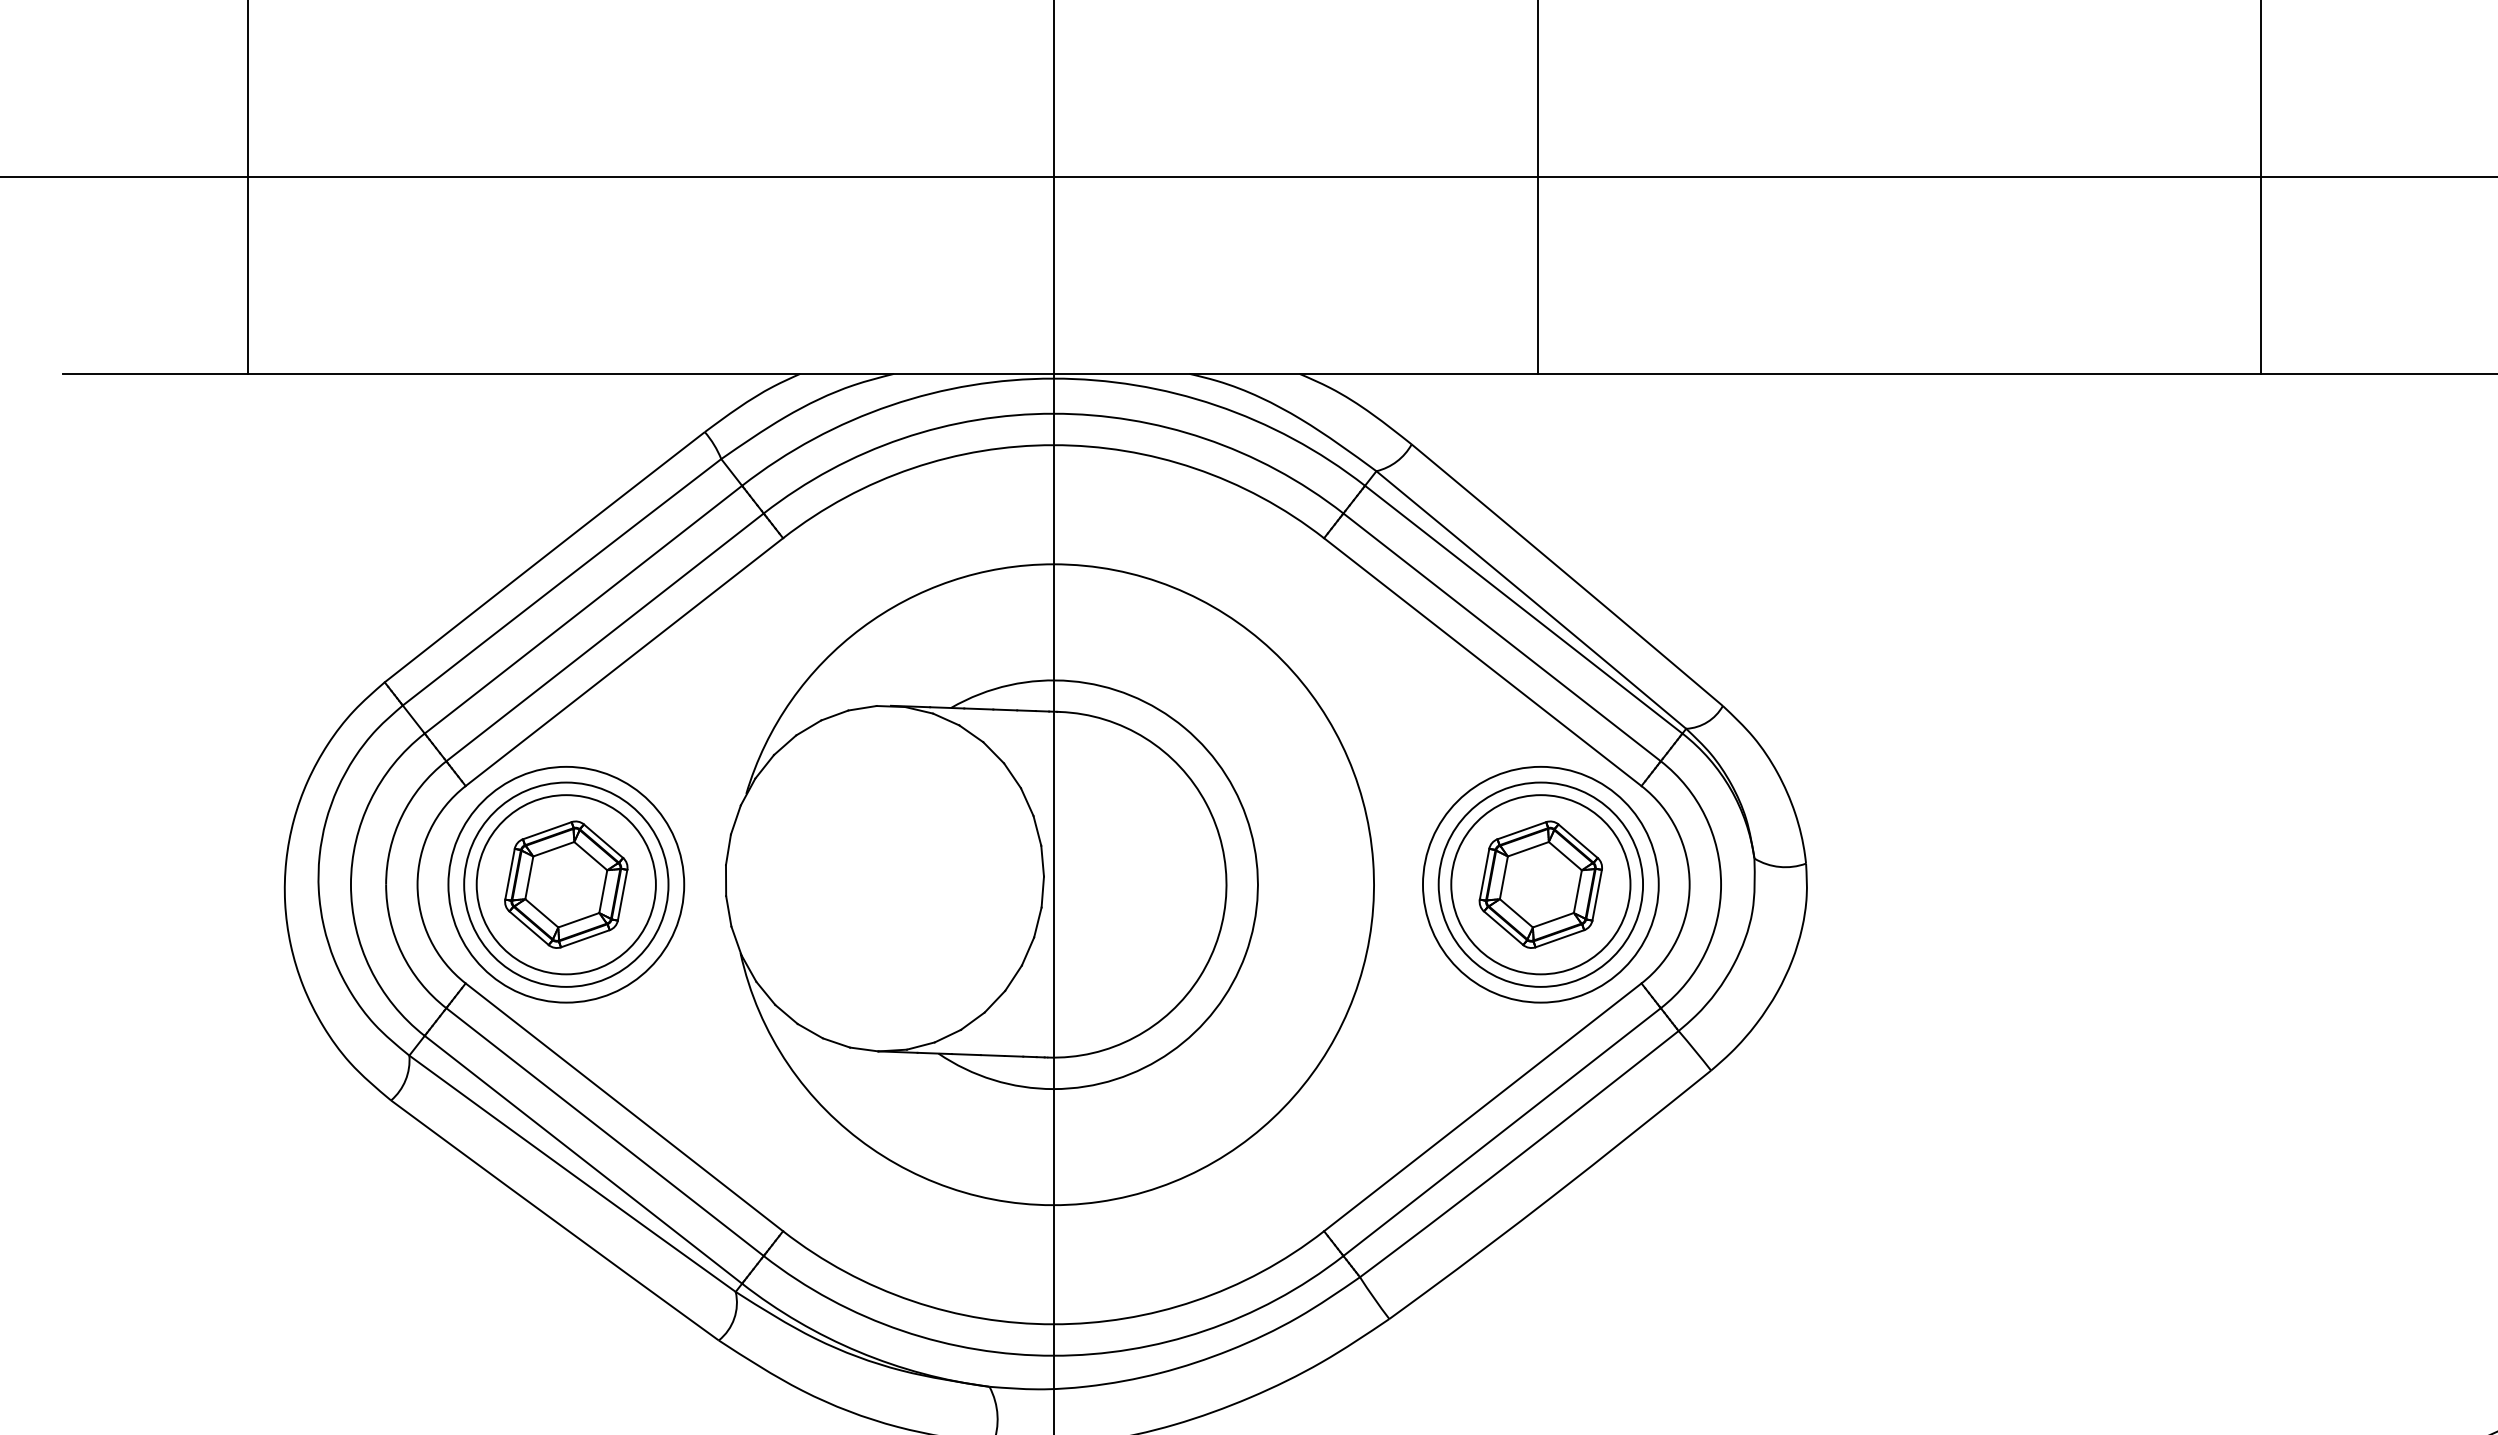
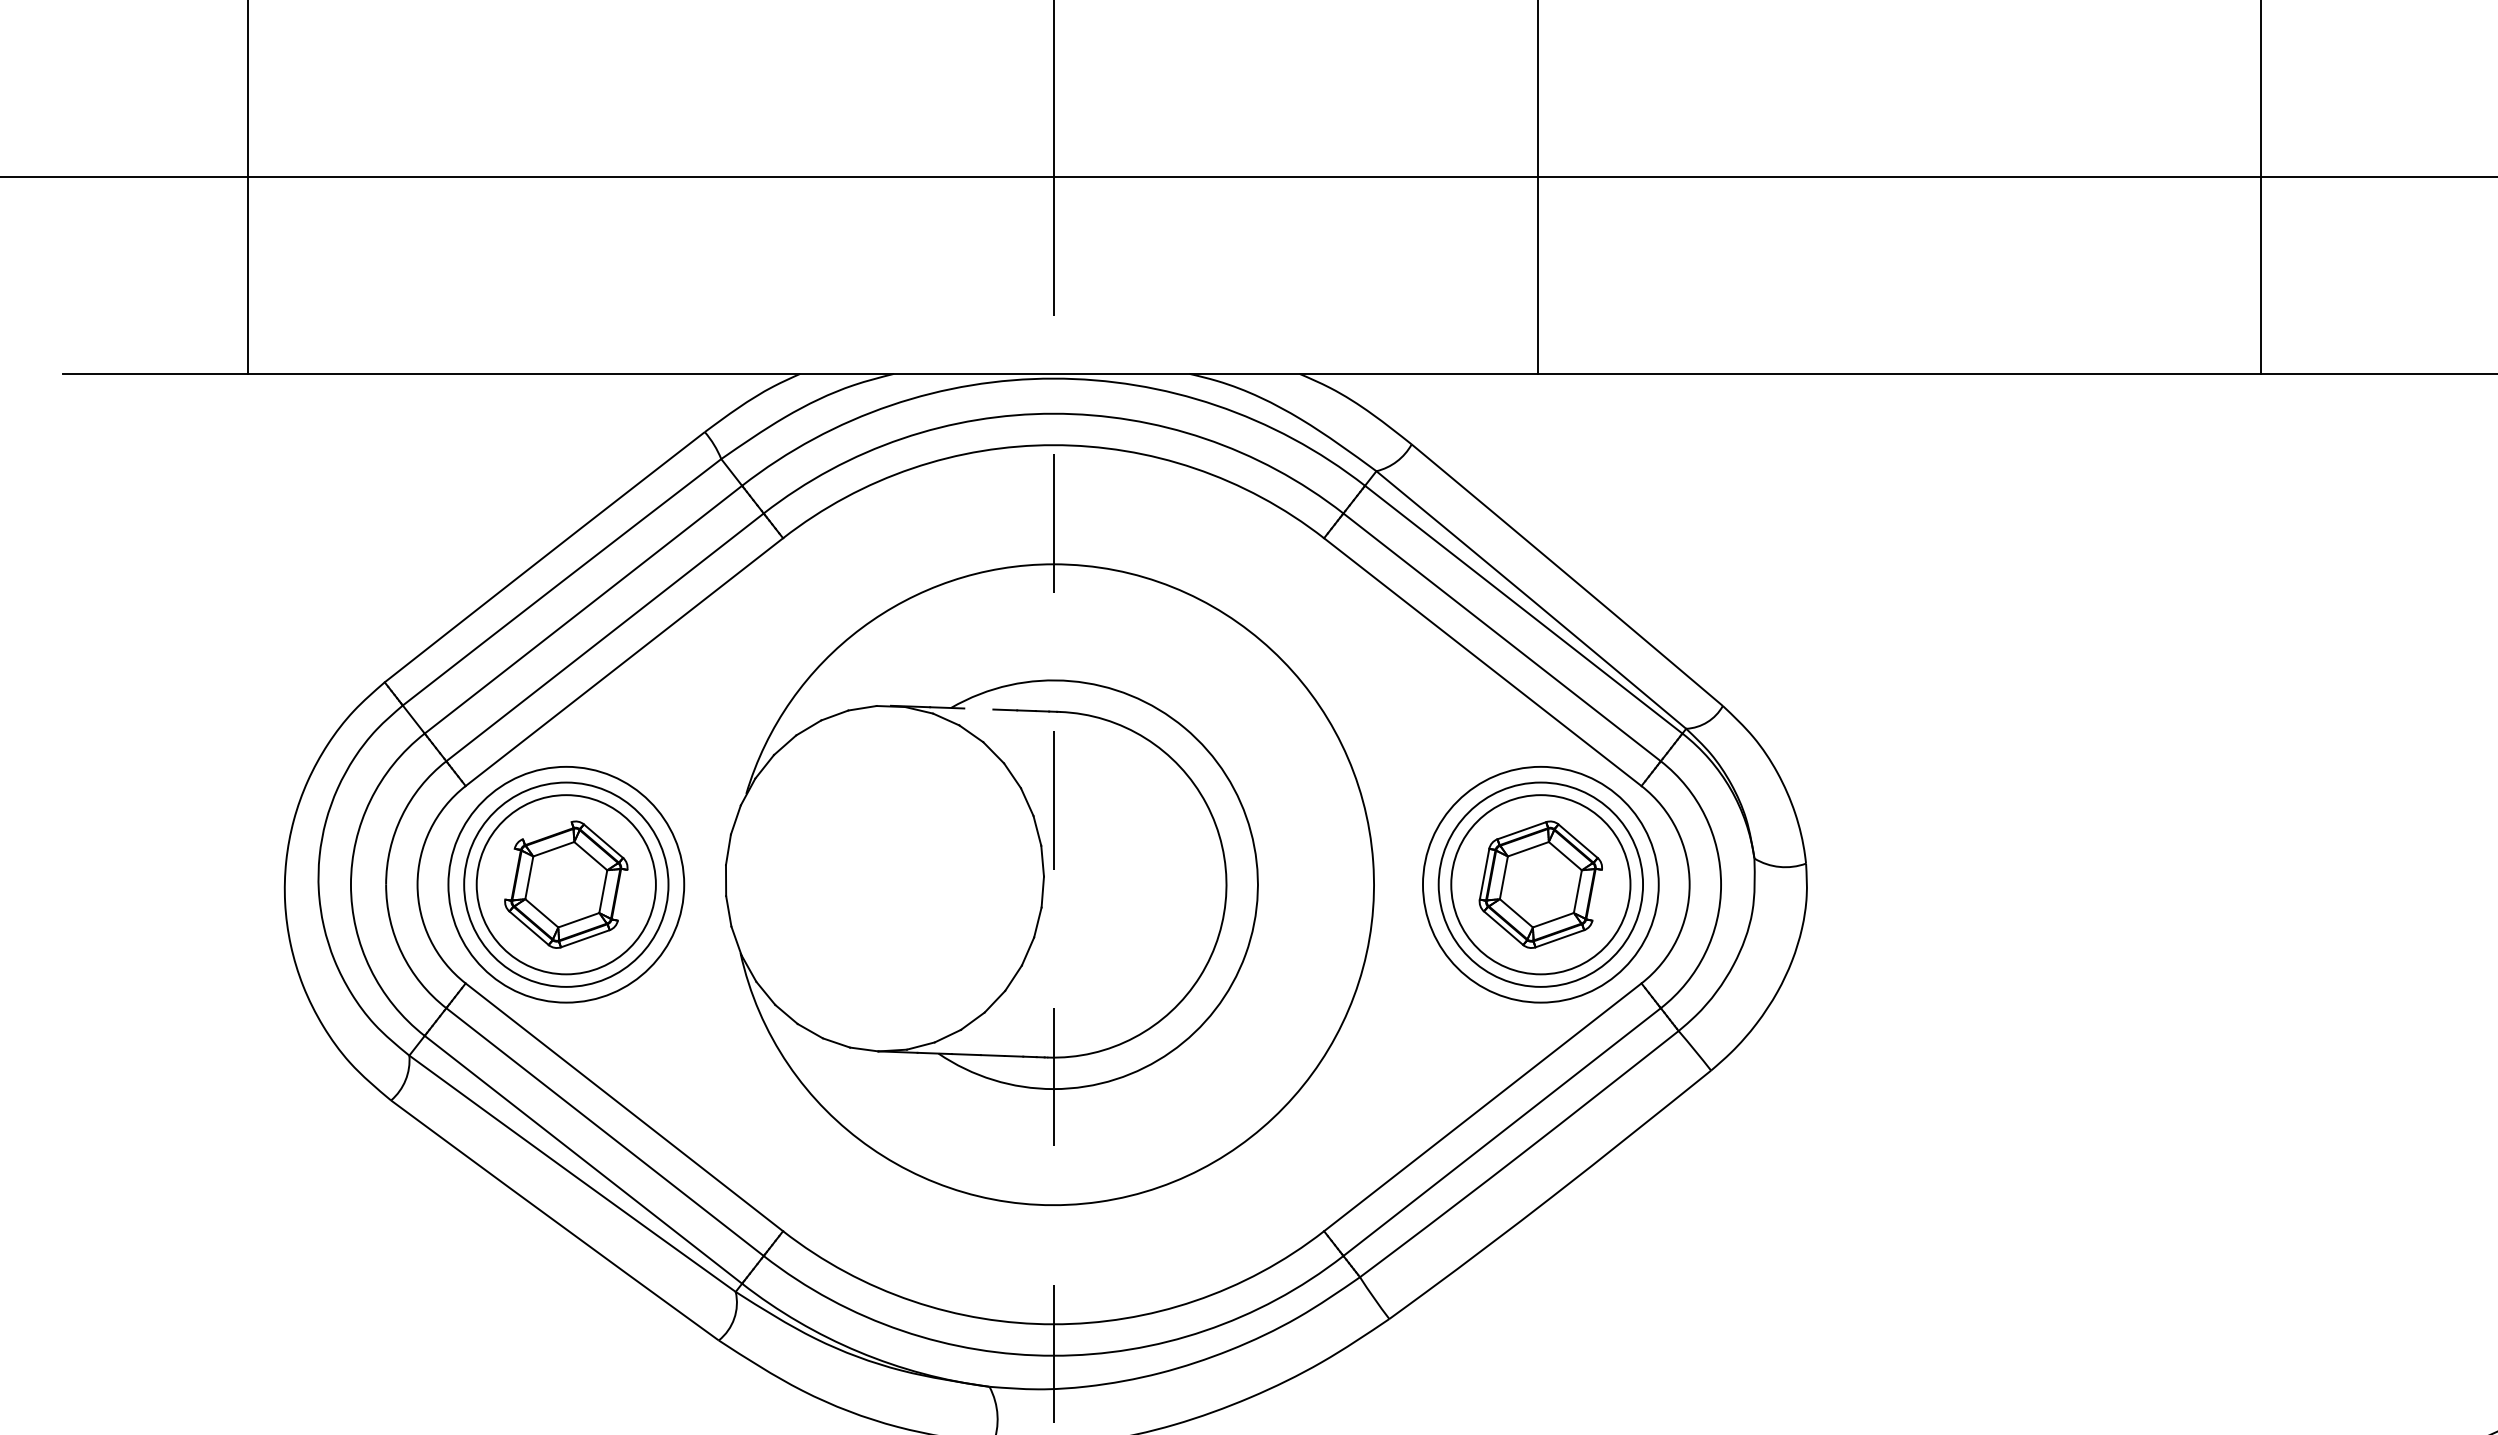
line at (978, 708): present -> none
line at (1053, 806): solid -> dashed
line at (546, 830): present -> none
line at (509, 873): present -> none
line at (622, 894): present -> none
line at (1596, 894): present -> none
